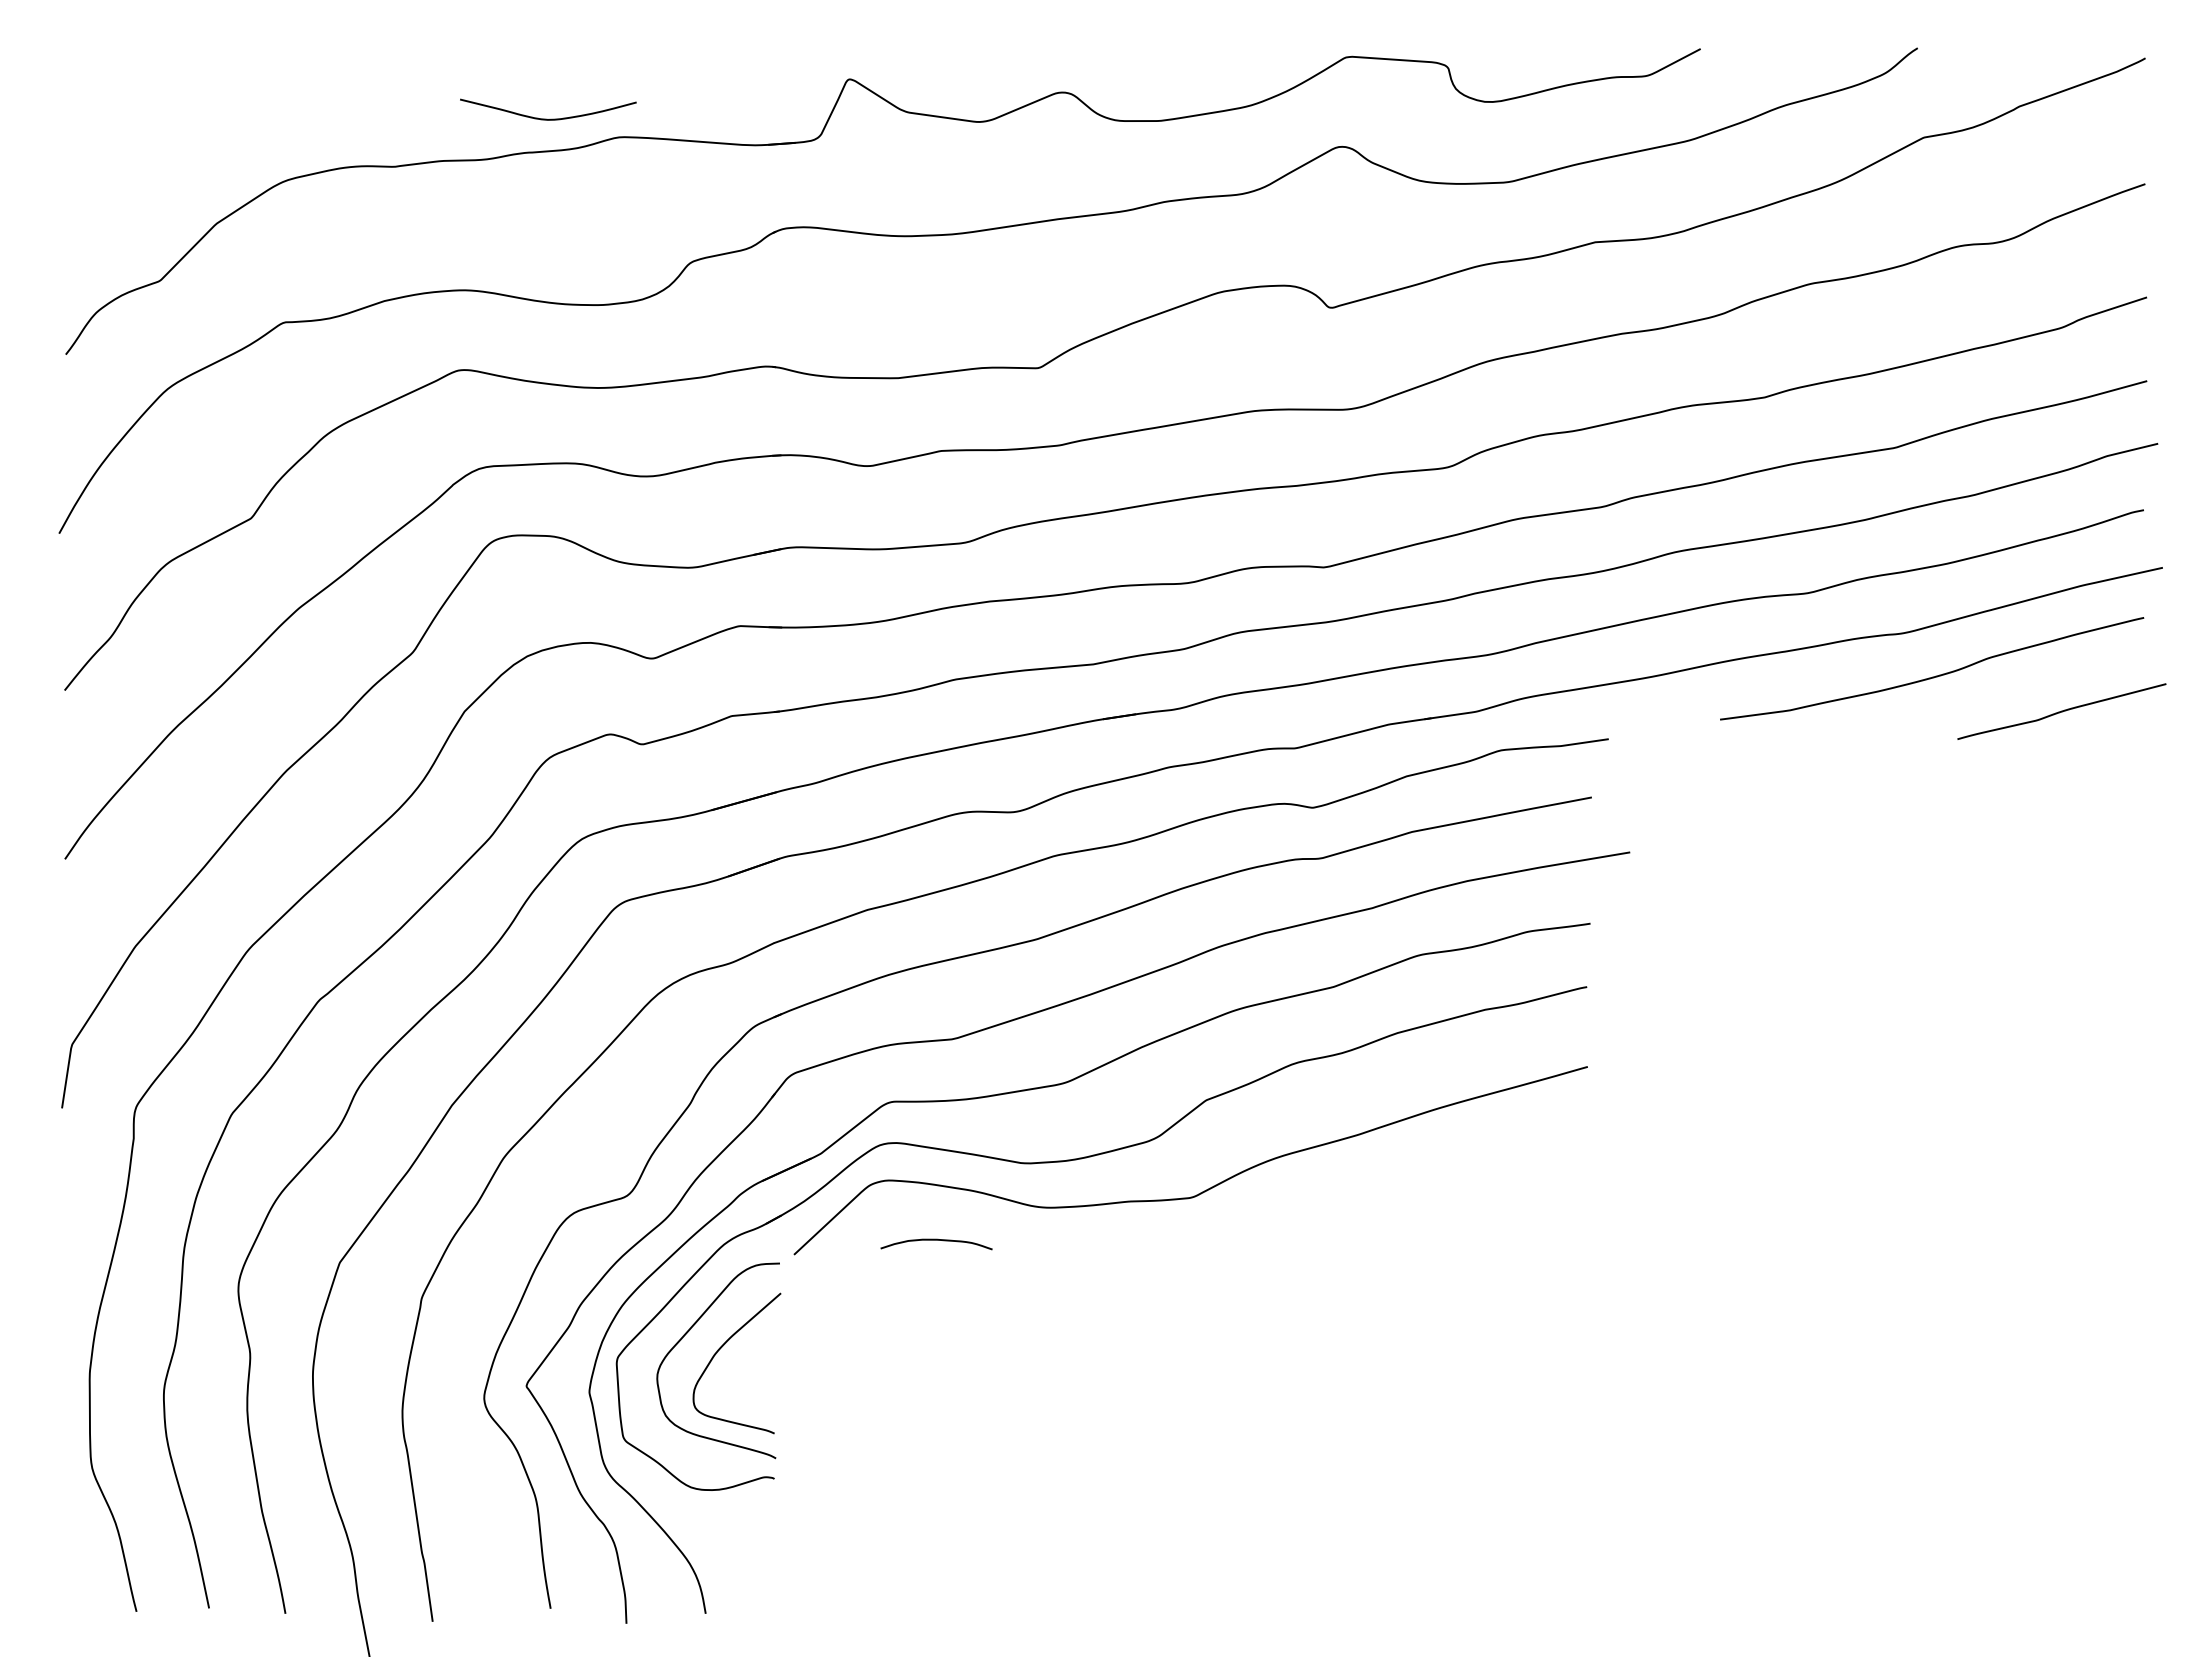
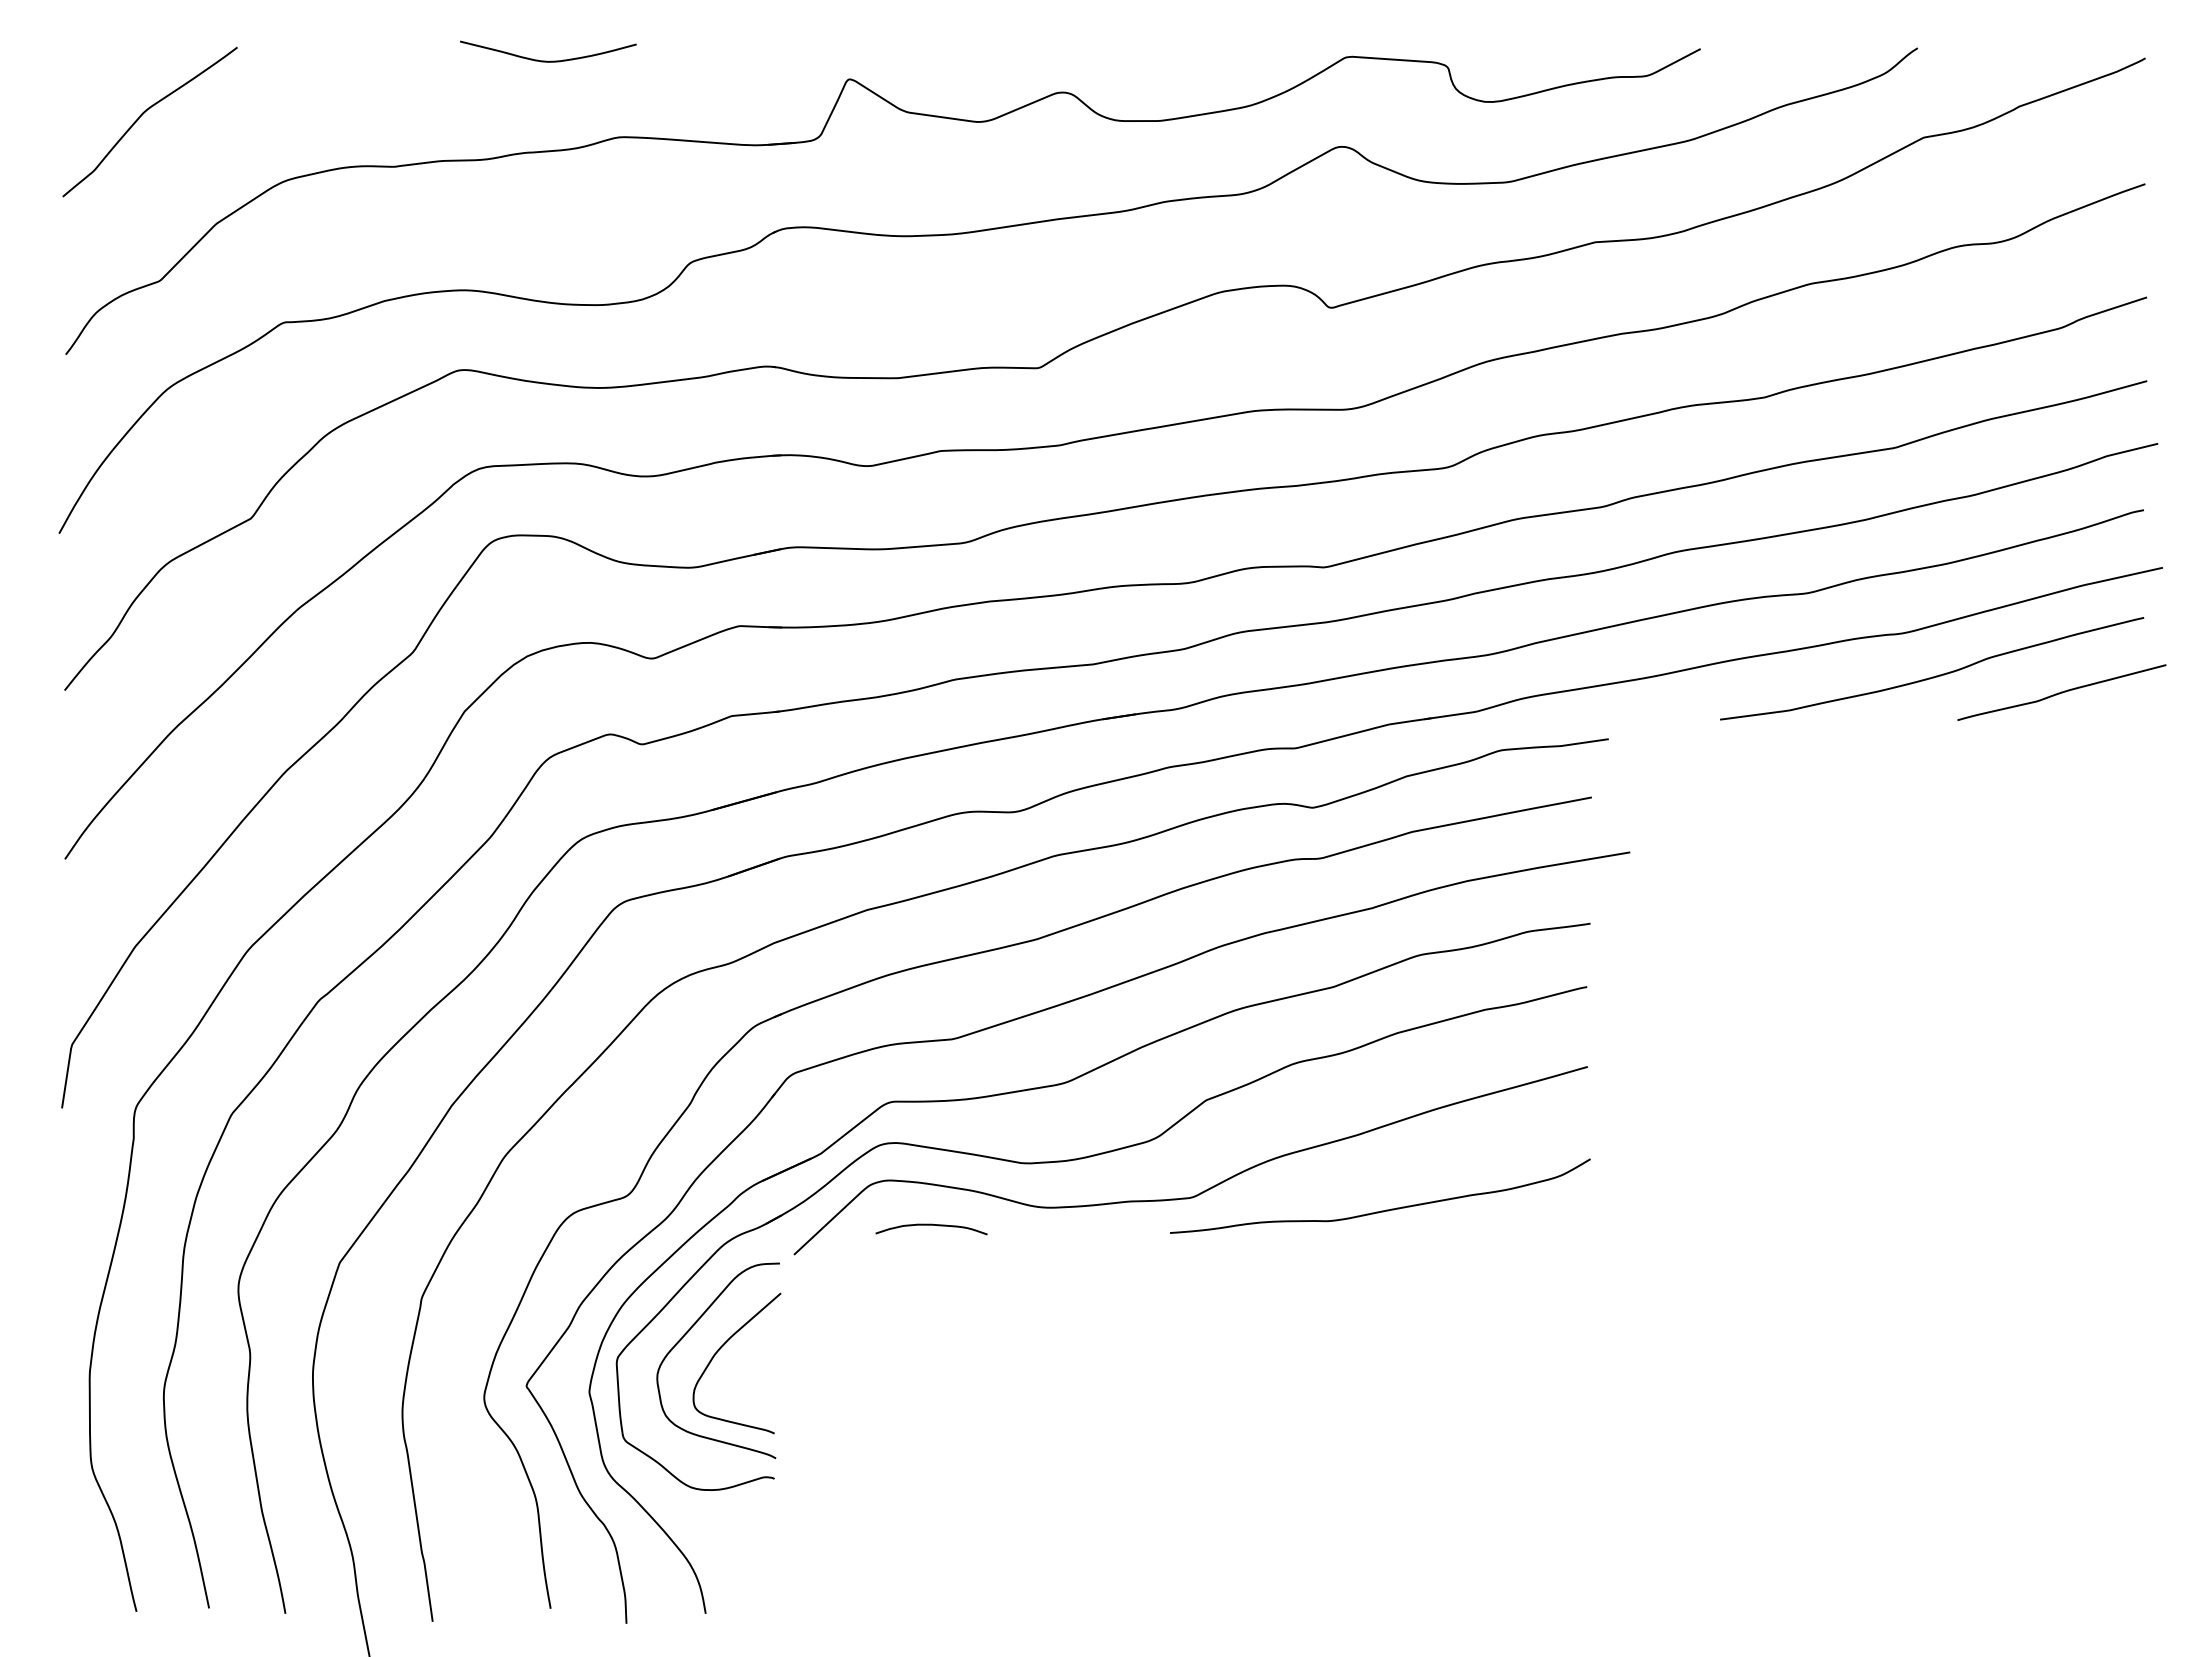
curve at (142, 115): none -> present
curve at (546, 118) position: (546, 118) -> (546, 60)
curve at (2061, 711) position: (2061, 711) -> (2061, 692)
curve at (1381, 1210): none -> present
curve at (936, 1240) position: (936, 1240) -> (931, 1225)
